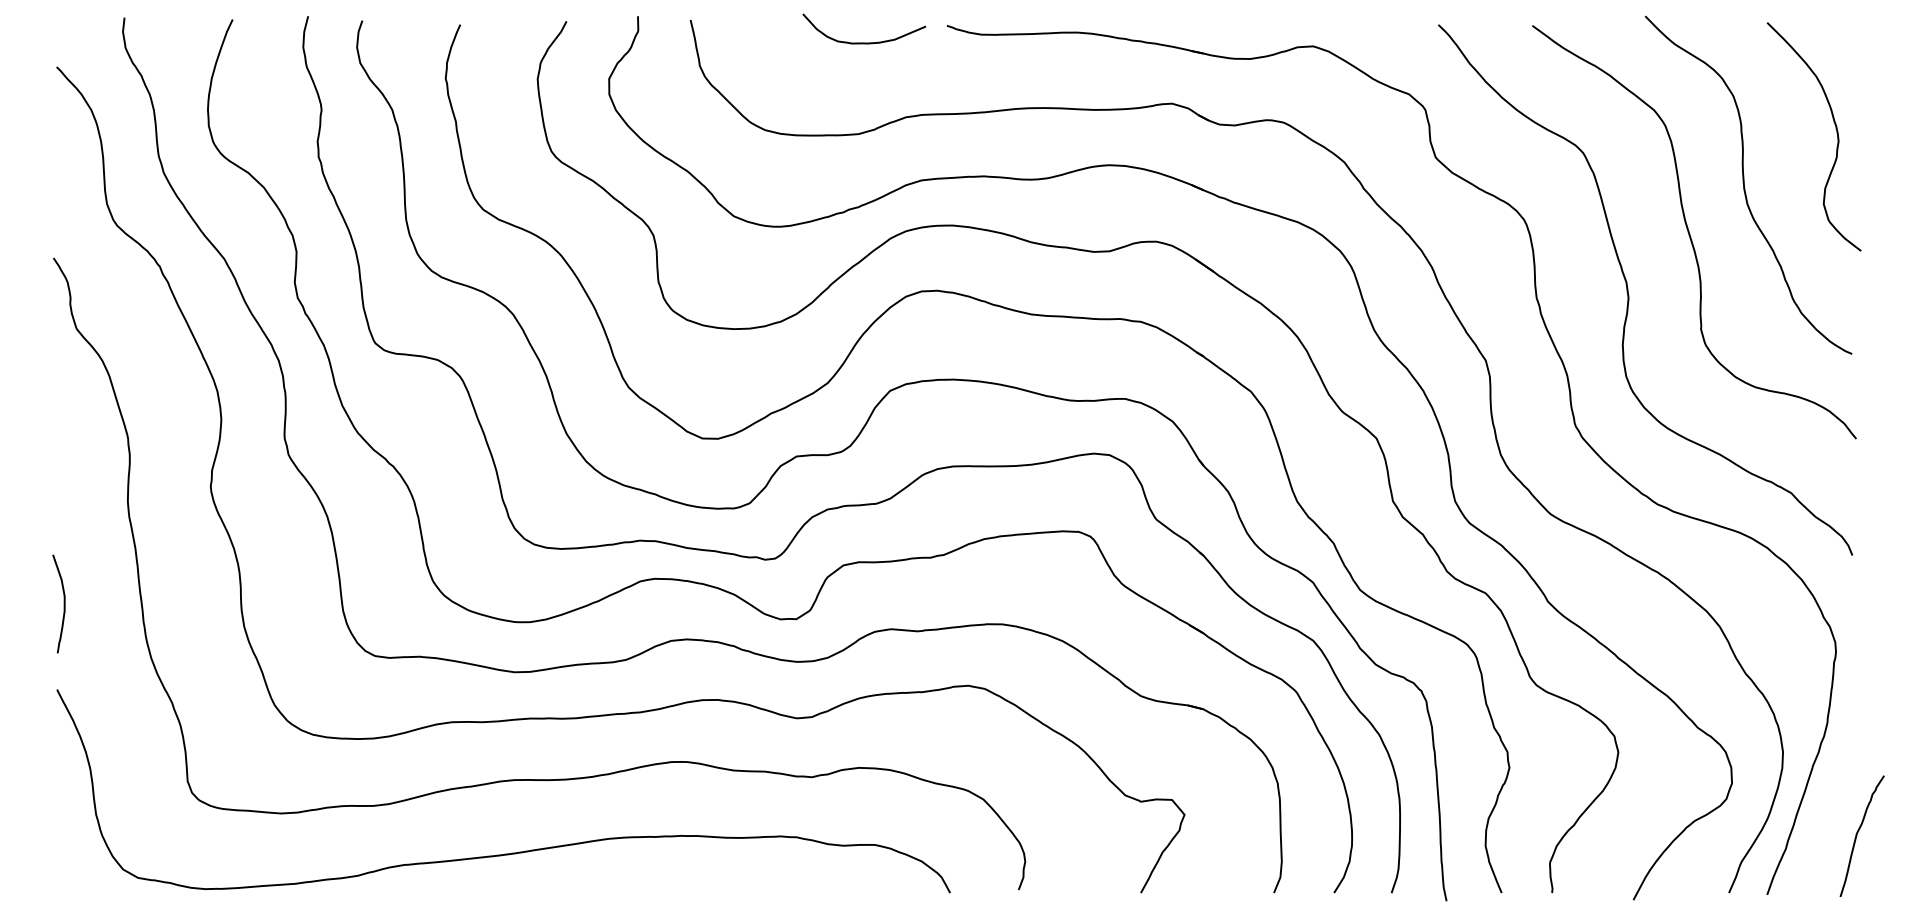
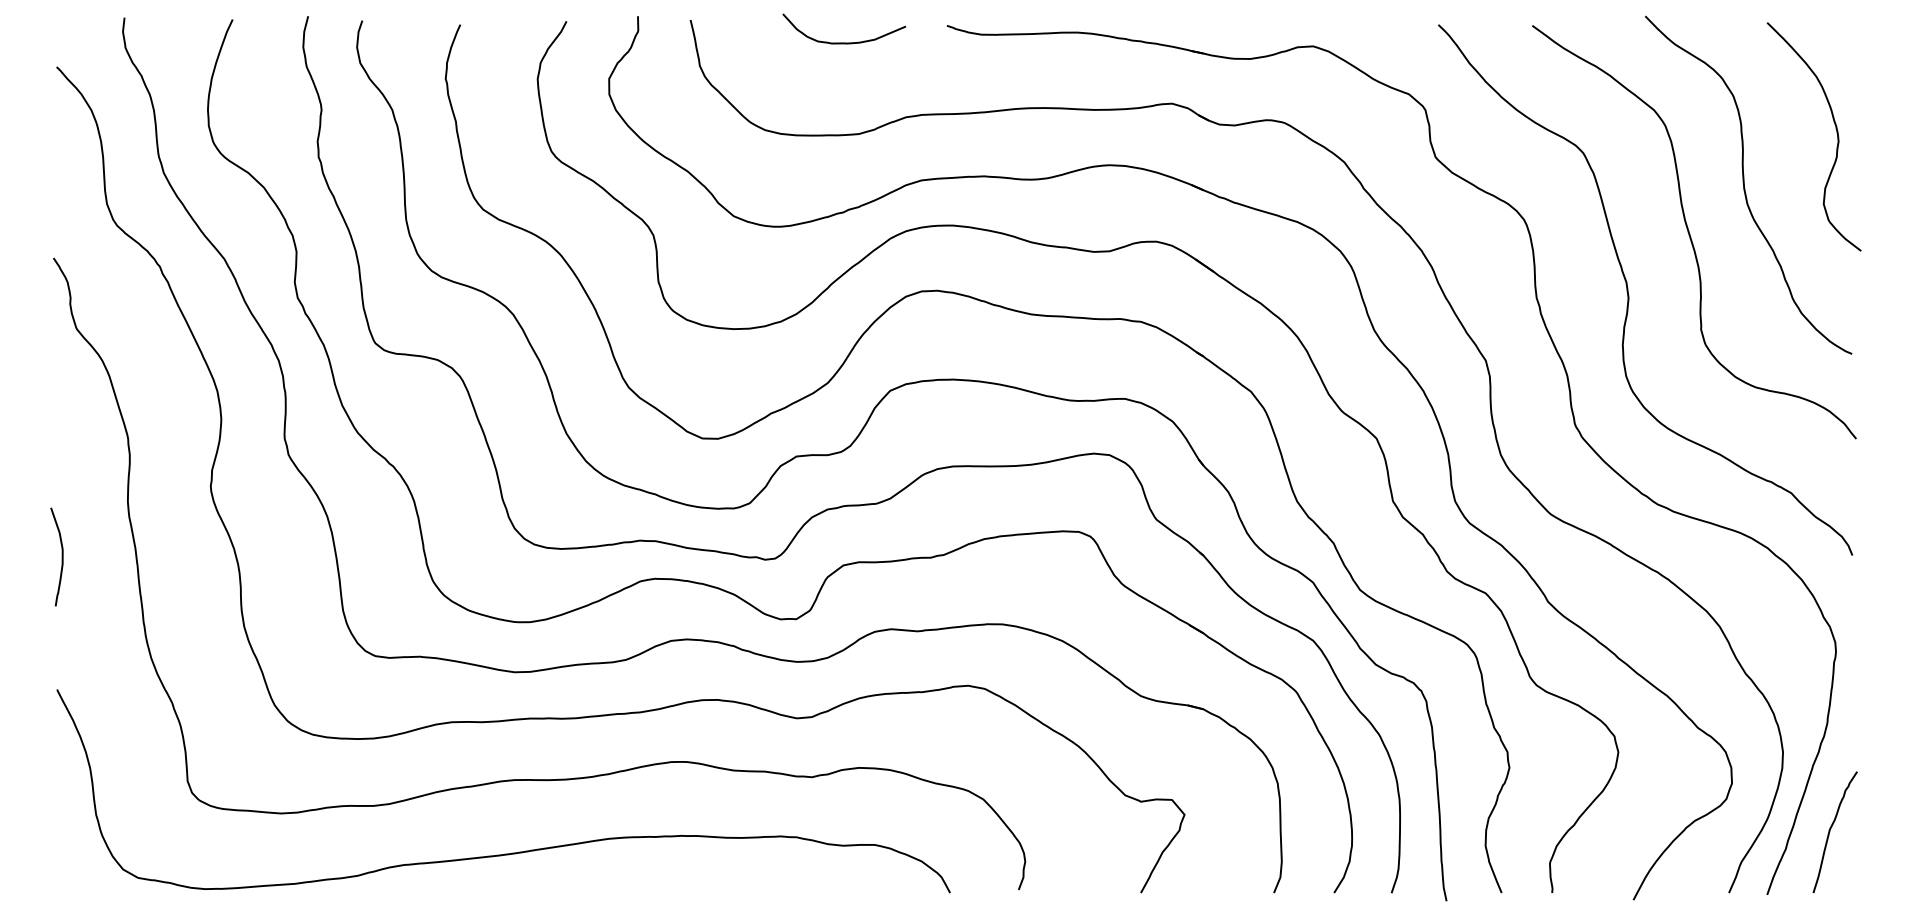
curve at (864, 42) position: (864, 42) -> (844, 42)
curve at (63, 603) position: (63, 603) -> (61, 556)
curve at (1857, 836) position: (1857, 836) -> (1830, 832)
